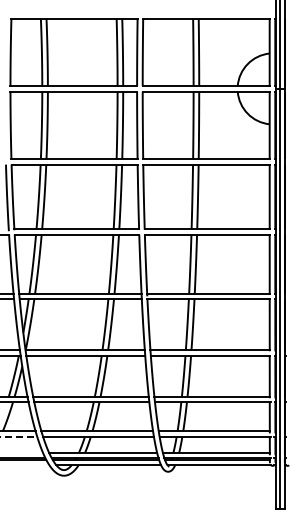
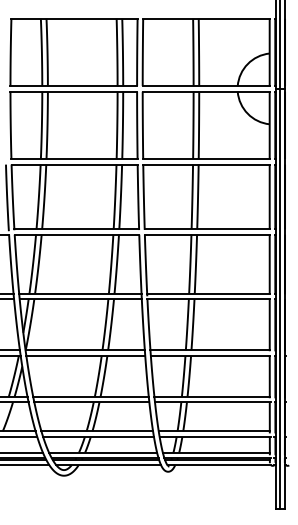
line at (19, 436): dashed -> solid
line at (22, 452): none -> present
line at (25, 465): none -> present
